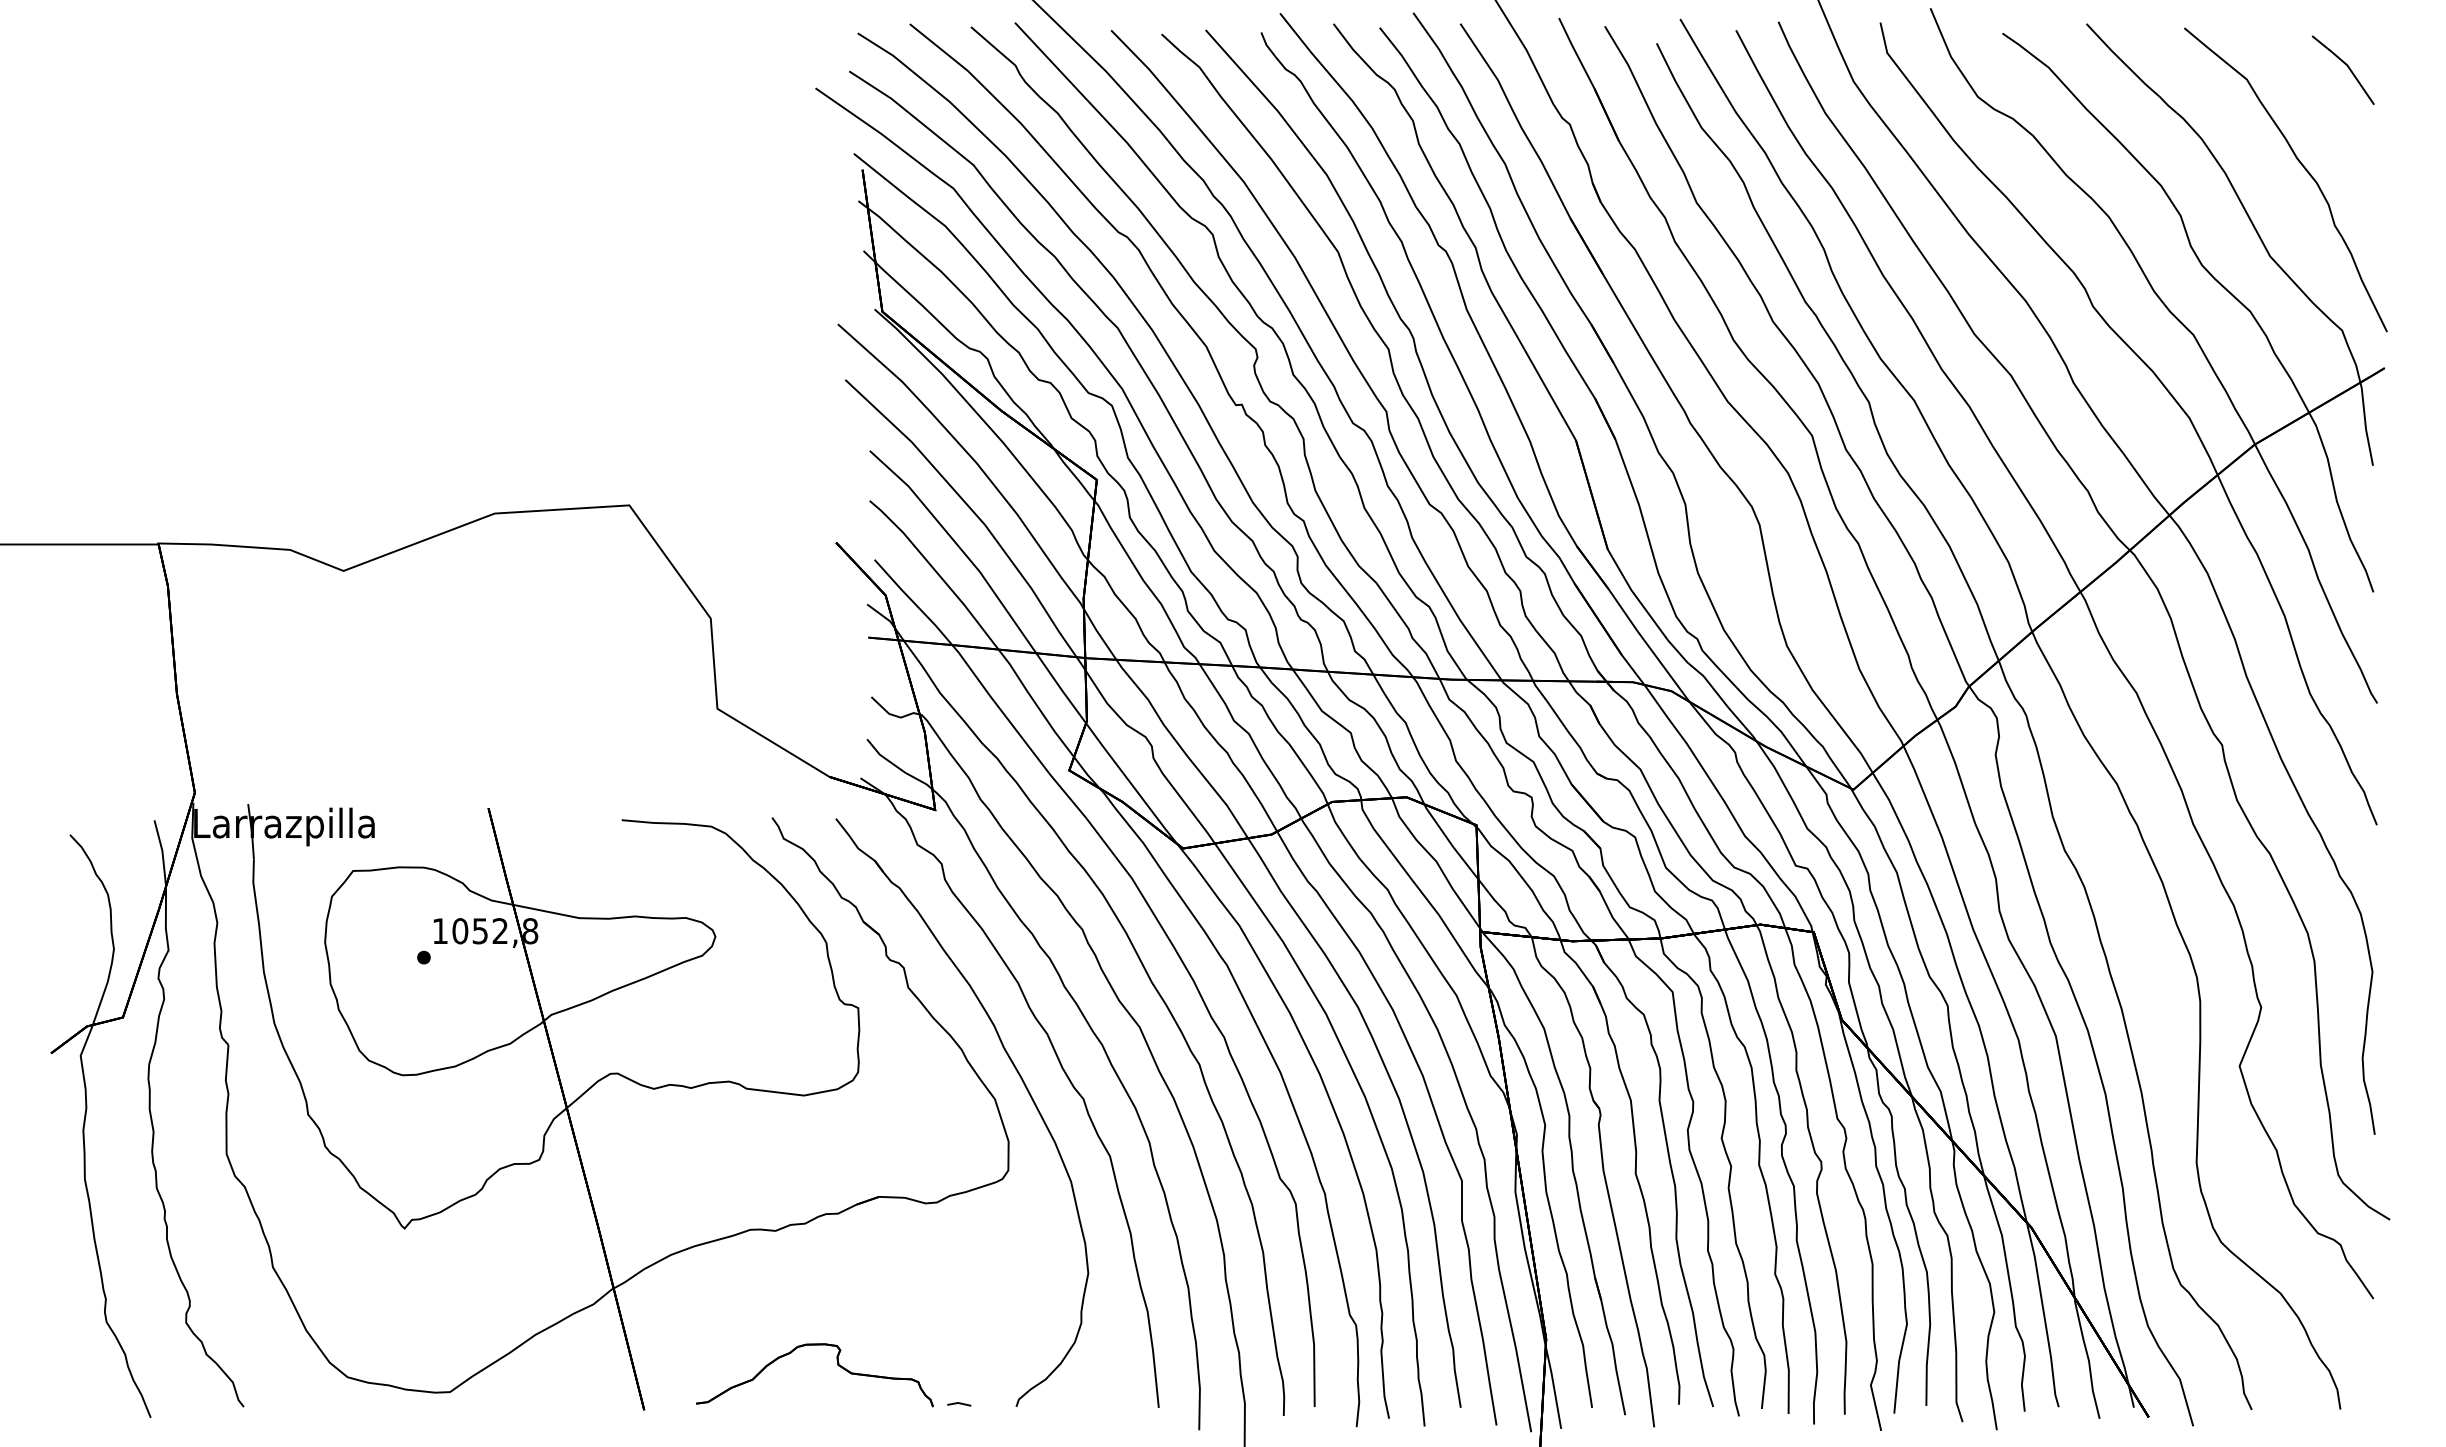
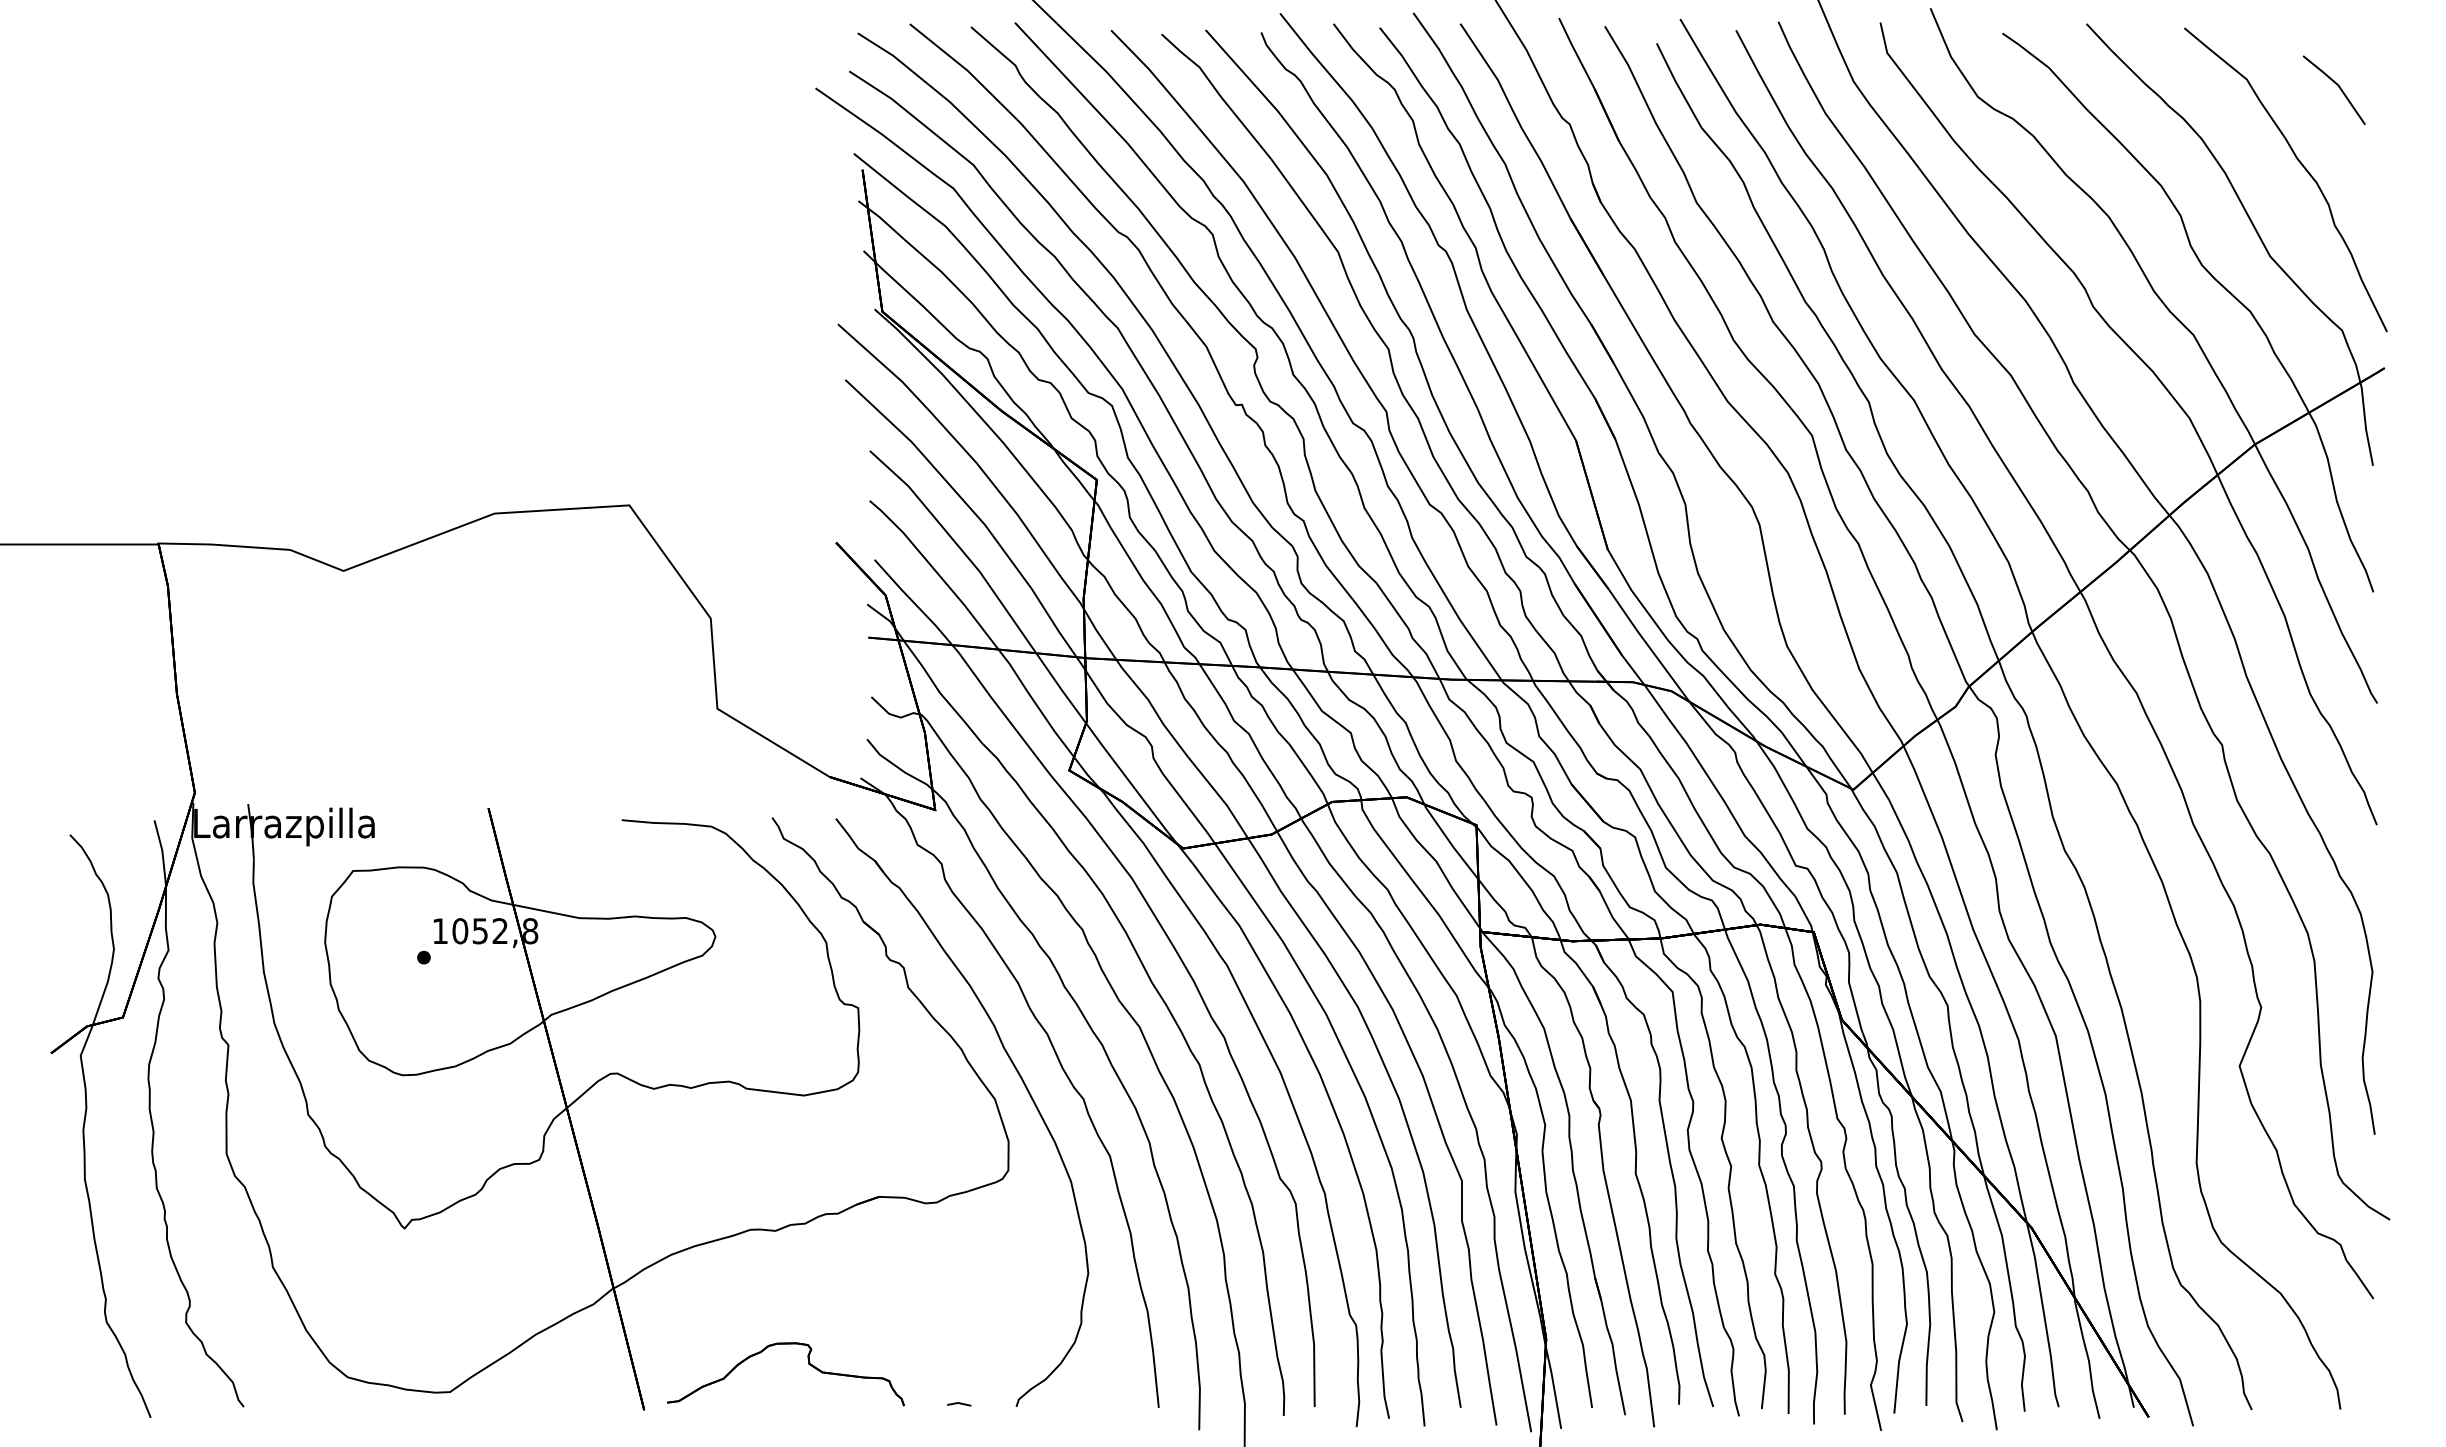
line at (2344, 64) position: (2344, 64) -> (2335, 84)
part at (837, 1365) position: (837, 1365) -> (808, 1364)
